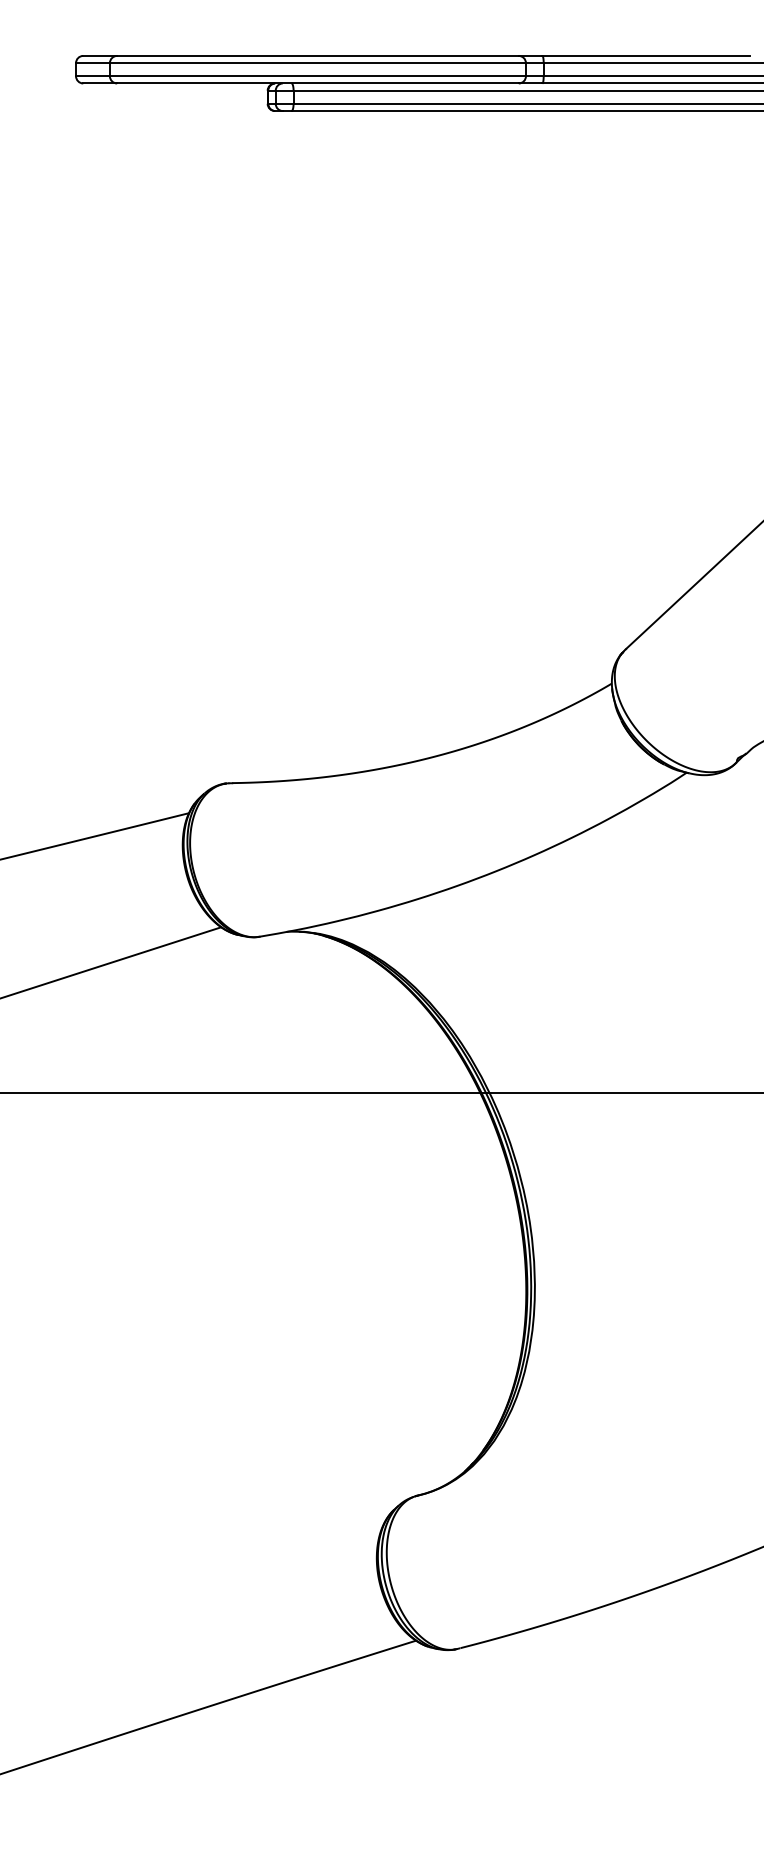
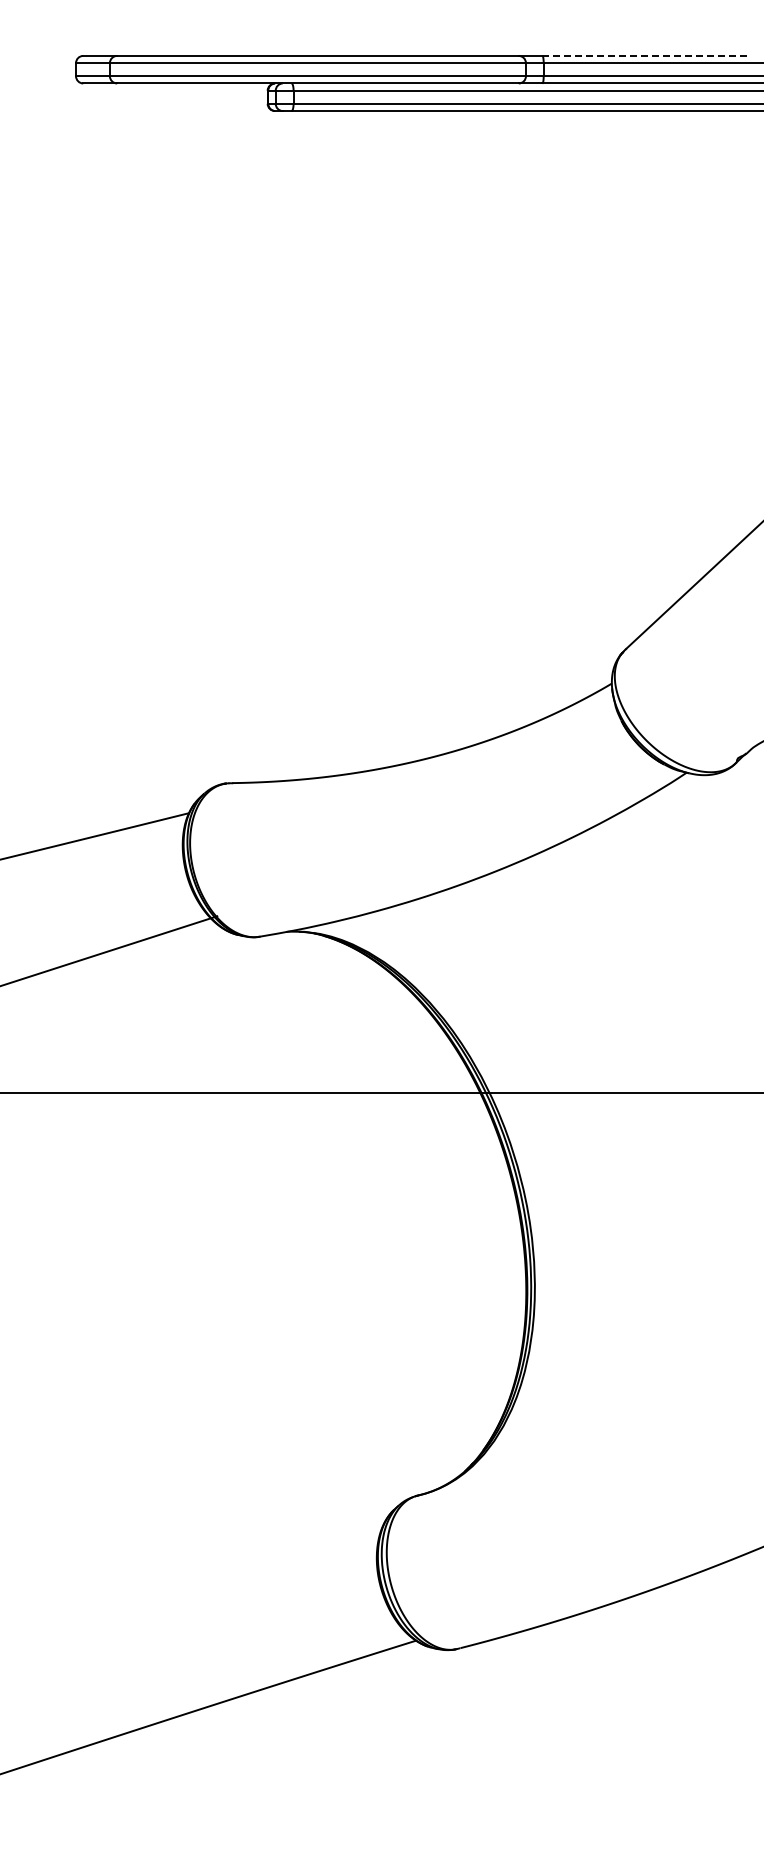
line at (646, 55): solid -> dashed
line at (111, 962) position: (111, 962) -> (109, 950)
